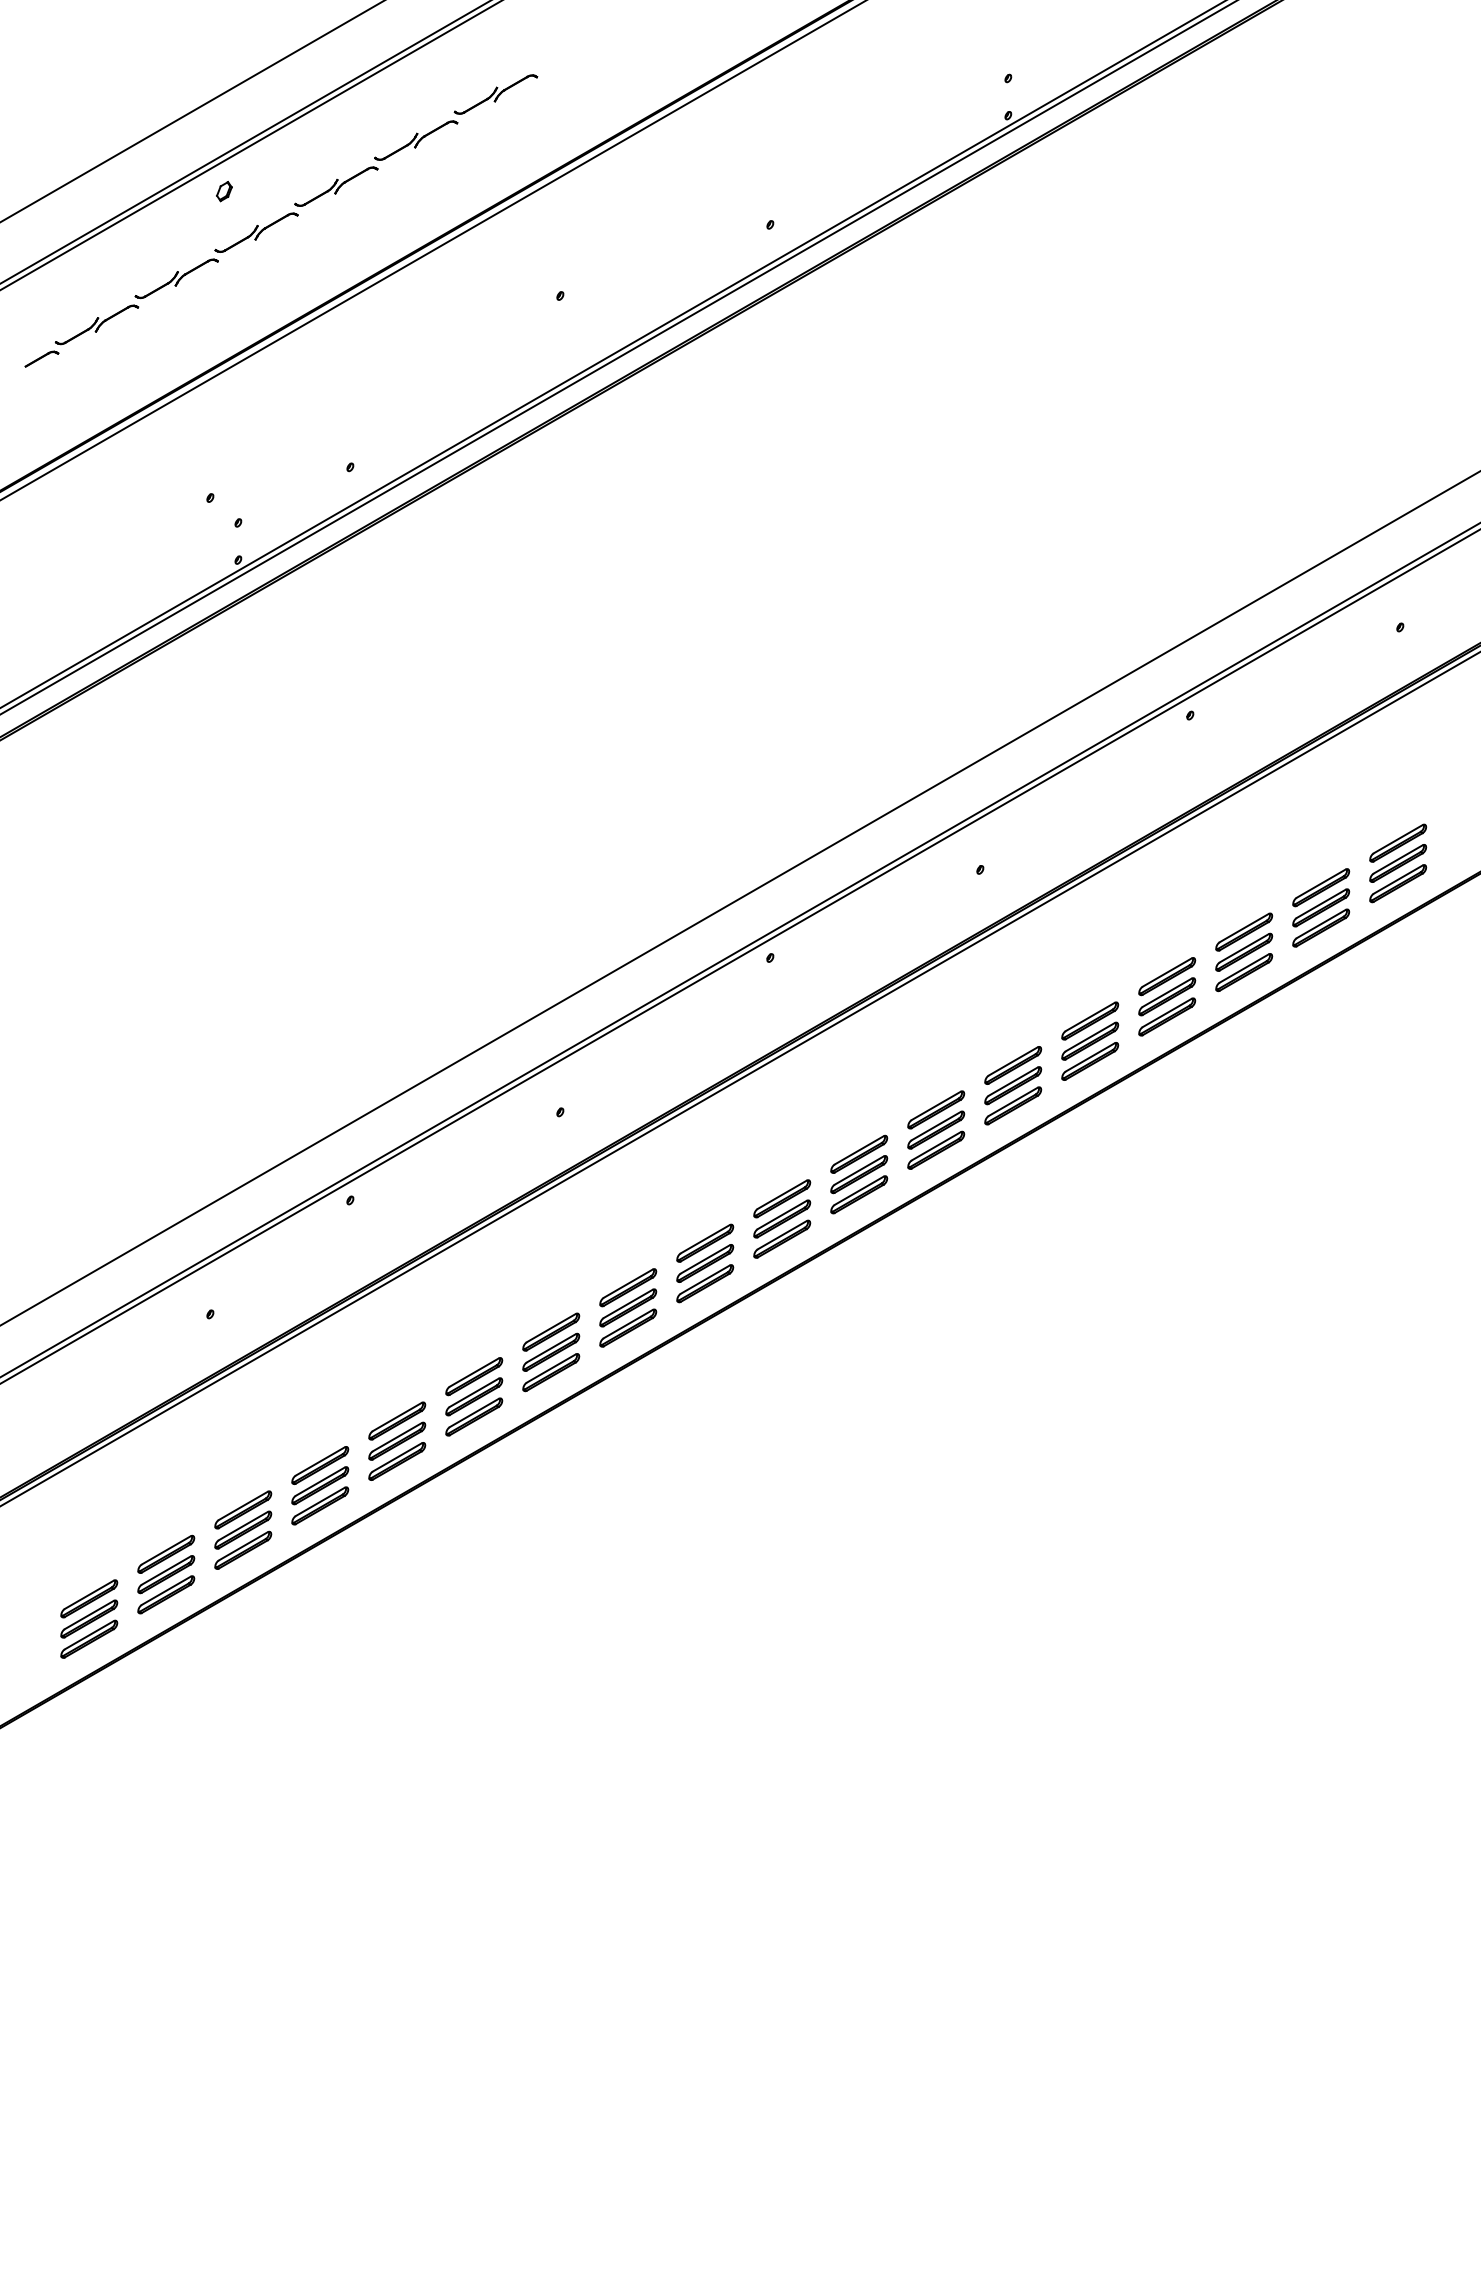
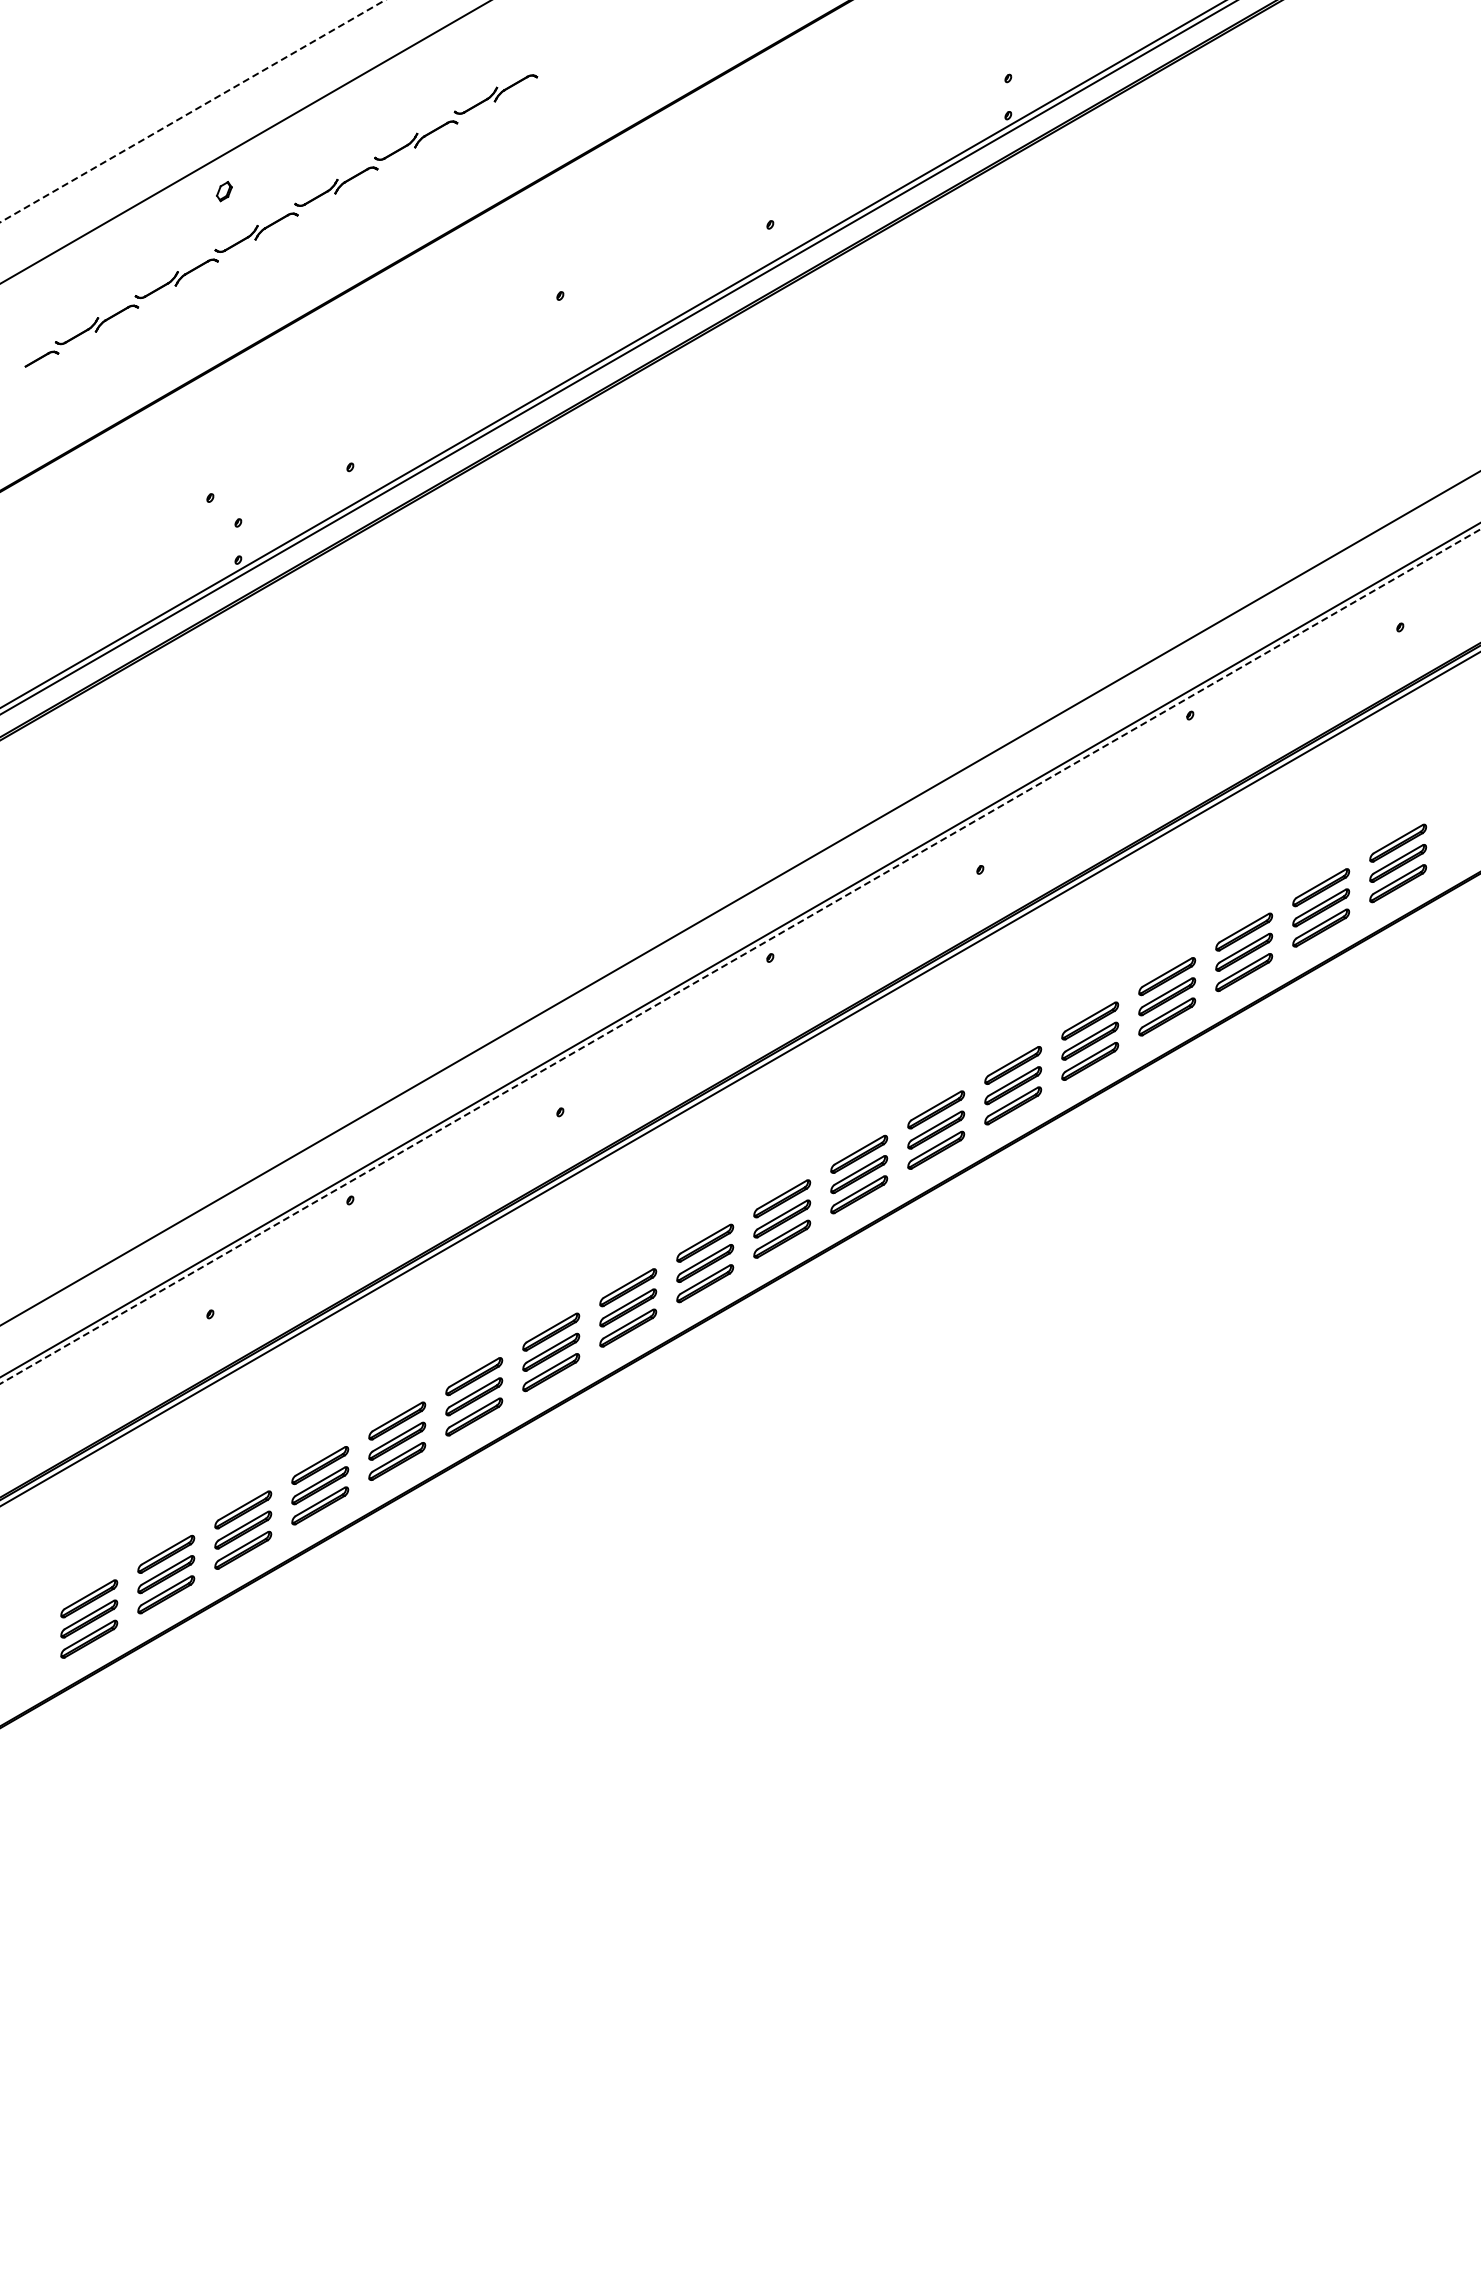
line at (192, 111): solid -> dashed
line at (250, 145): present -> none
line at (432, 250): present -> none
line at (741, 956): solid -> dashed
